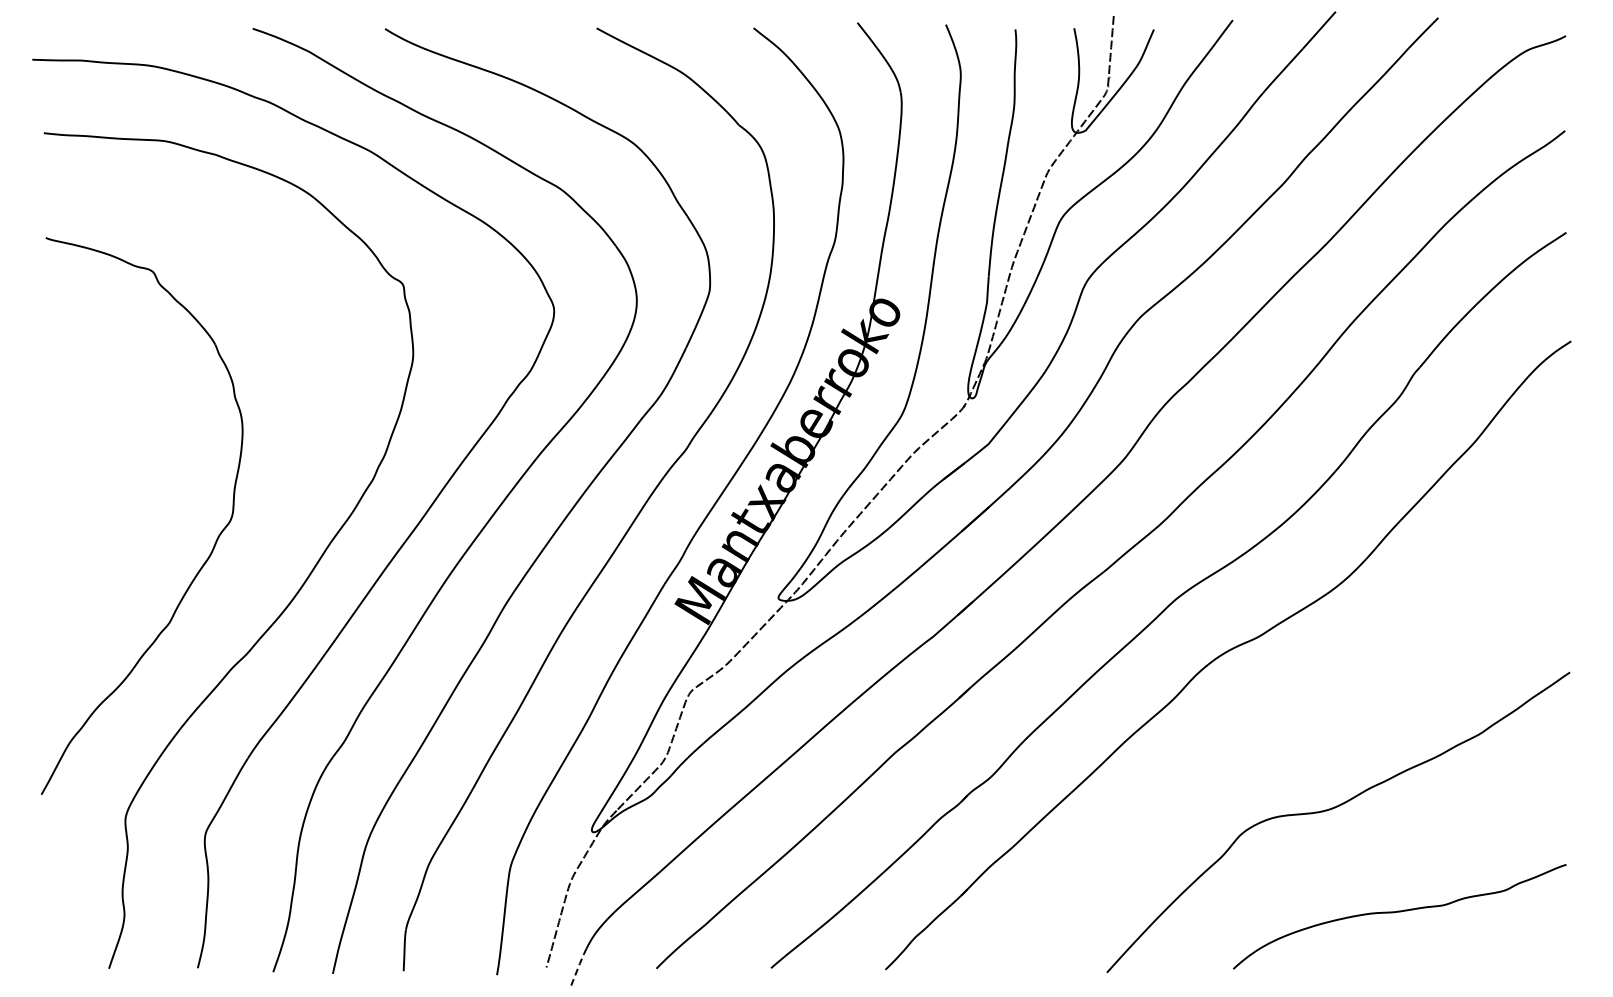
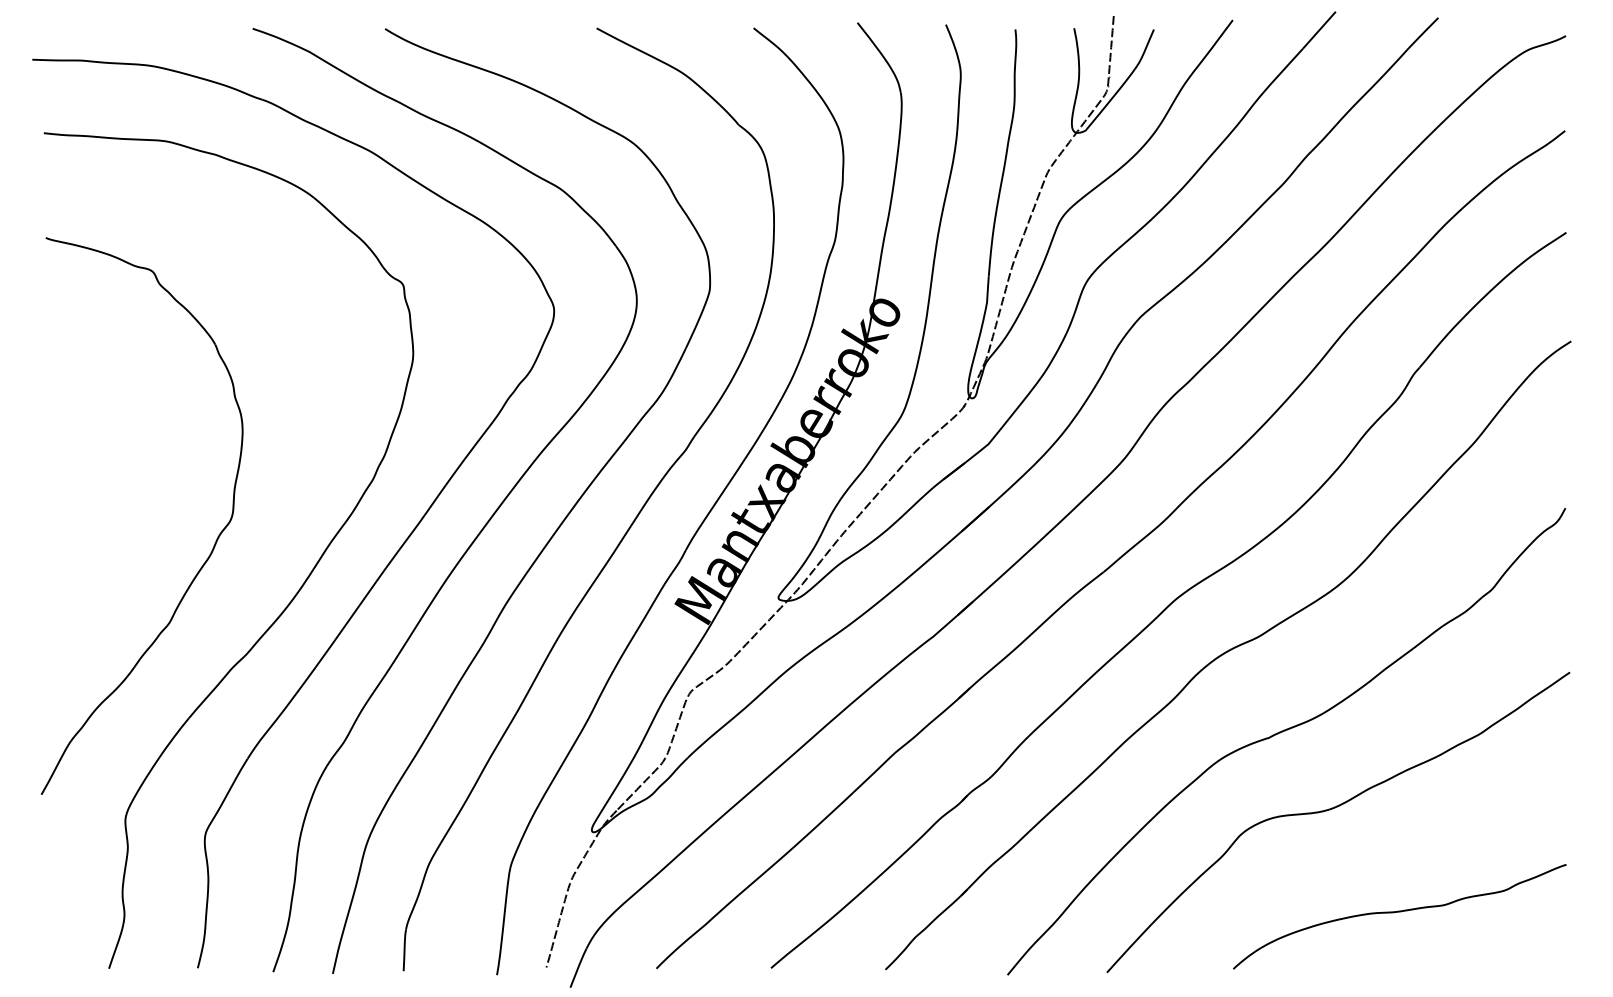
part at (1282, 732): none -> present
line at (578, 967): dashed -> solid
